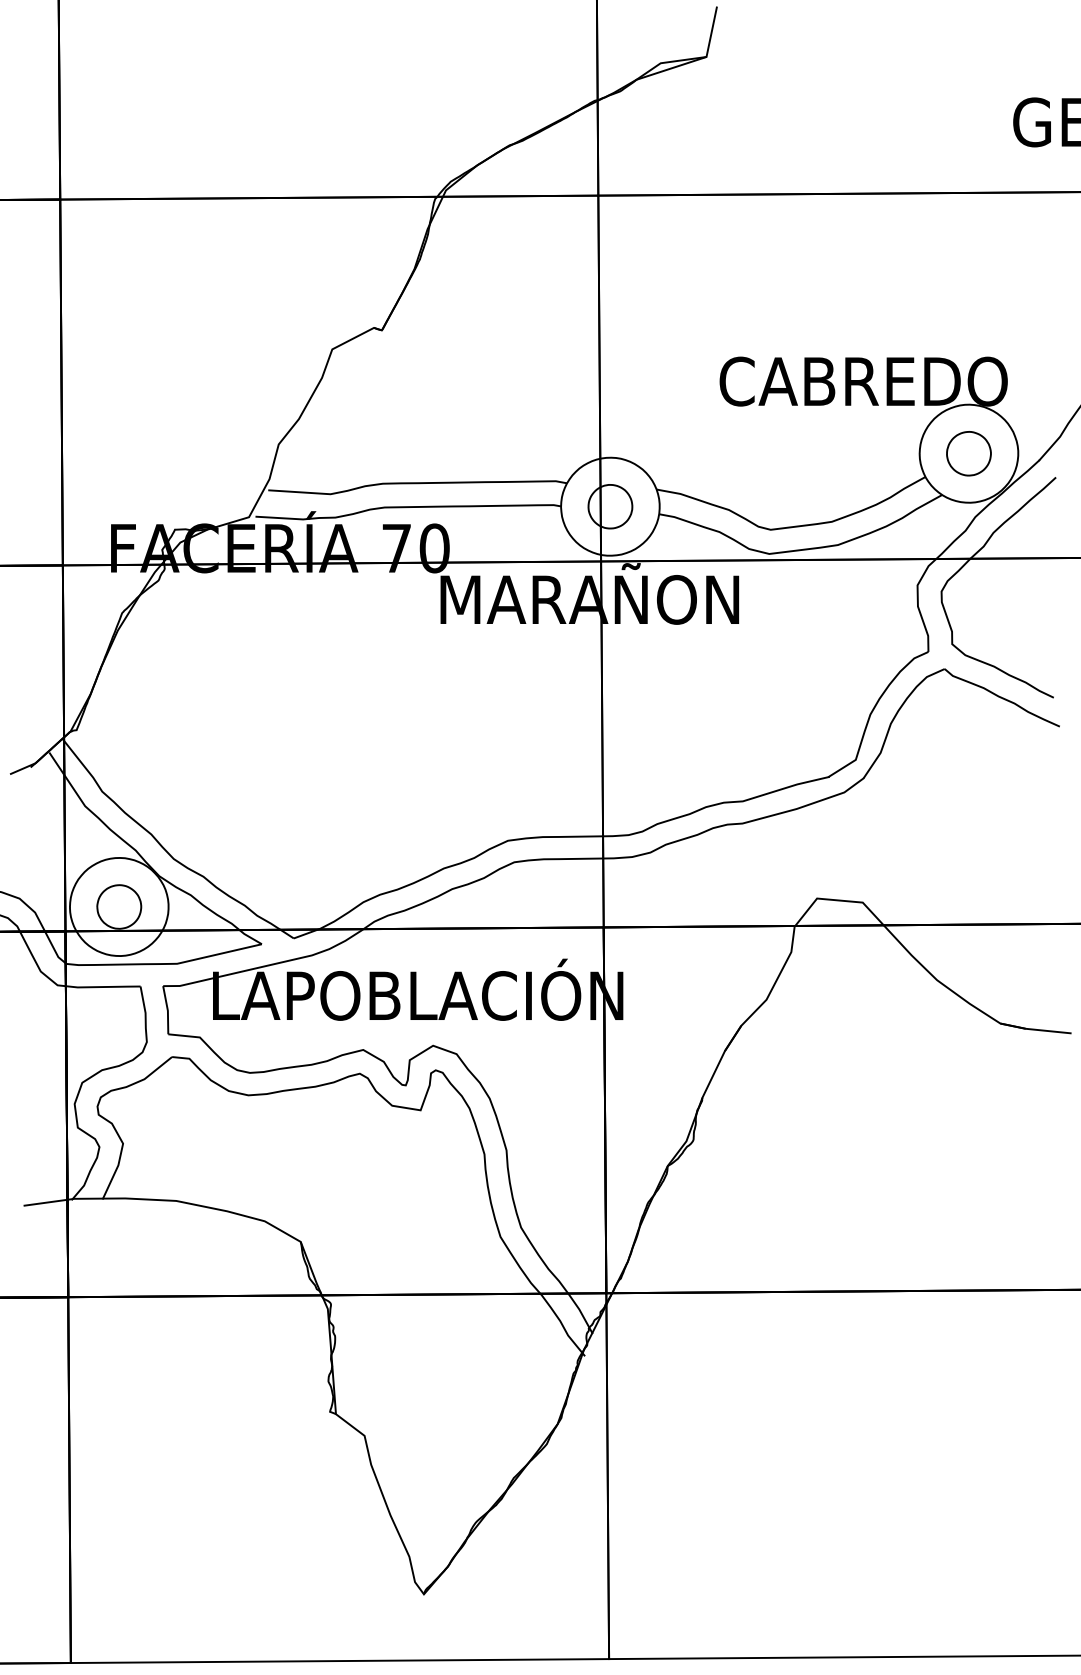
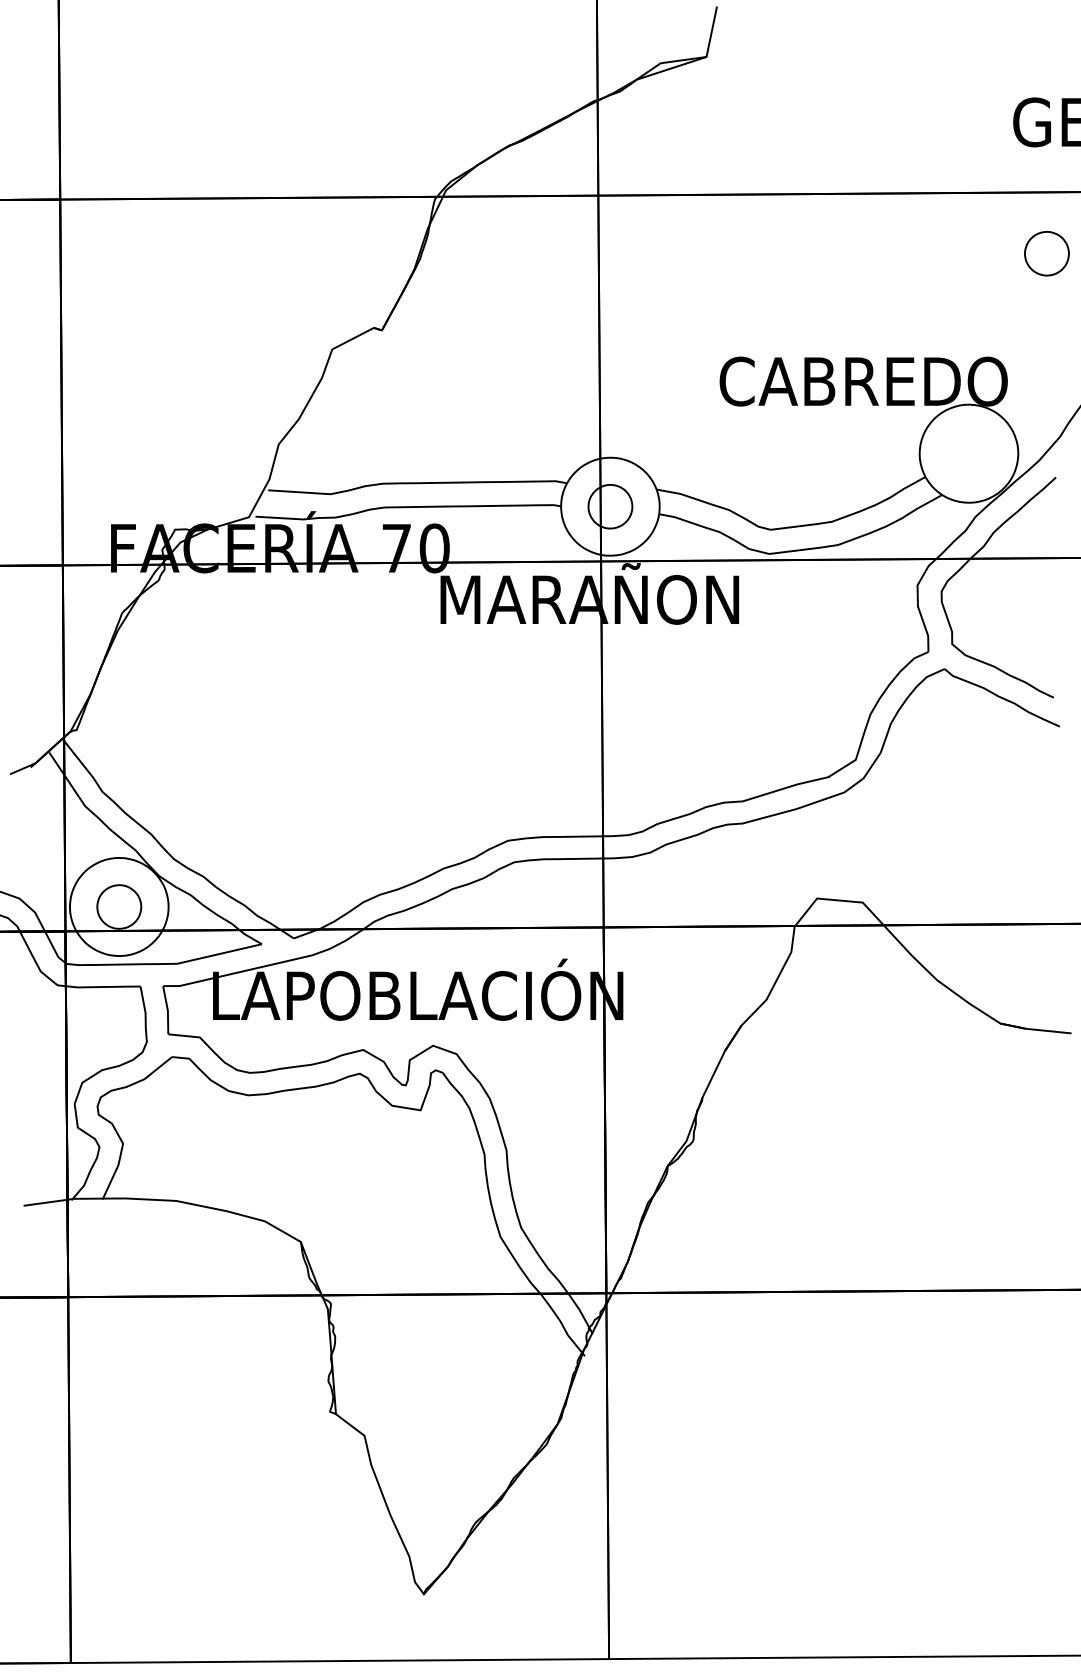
part at (968, 453) position: (968, 453) -> (1046, 253)
